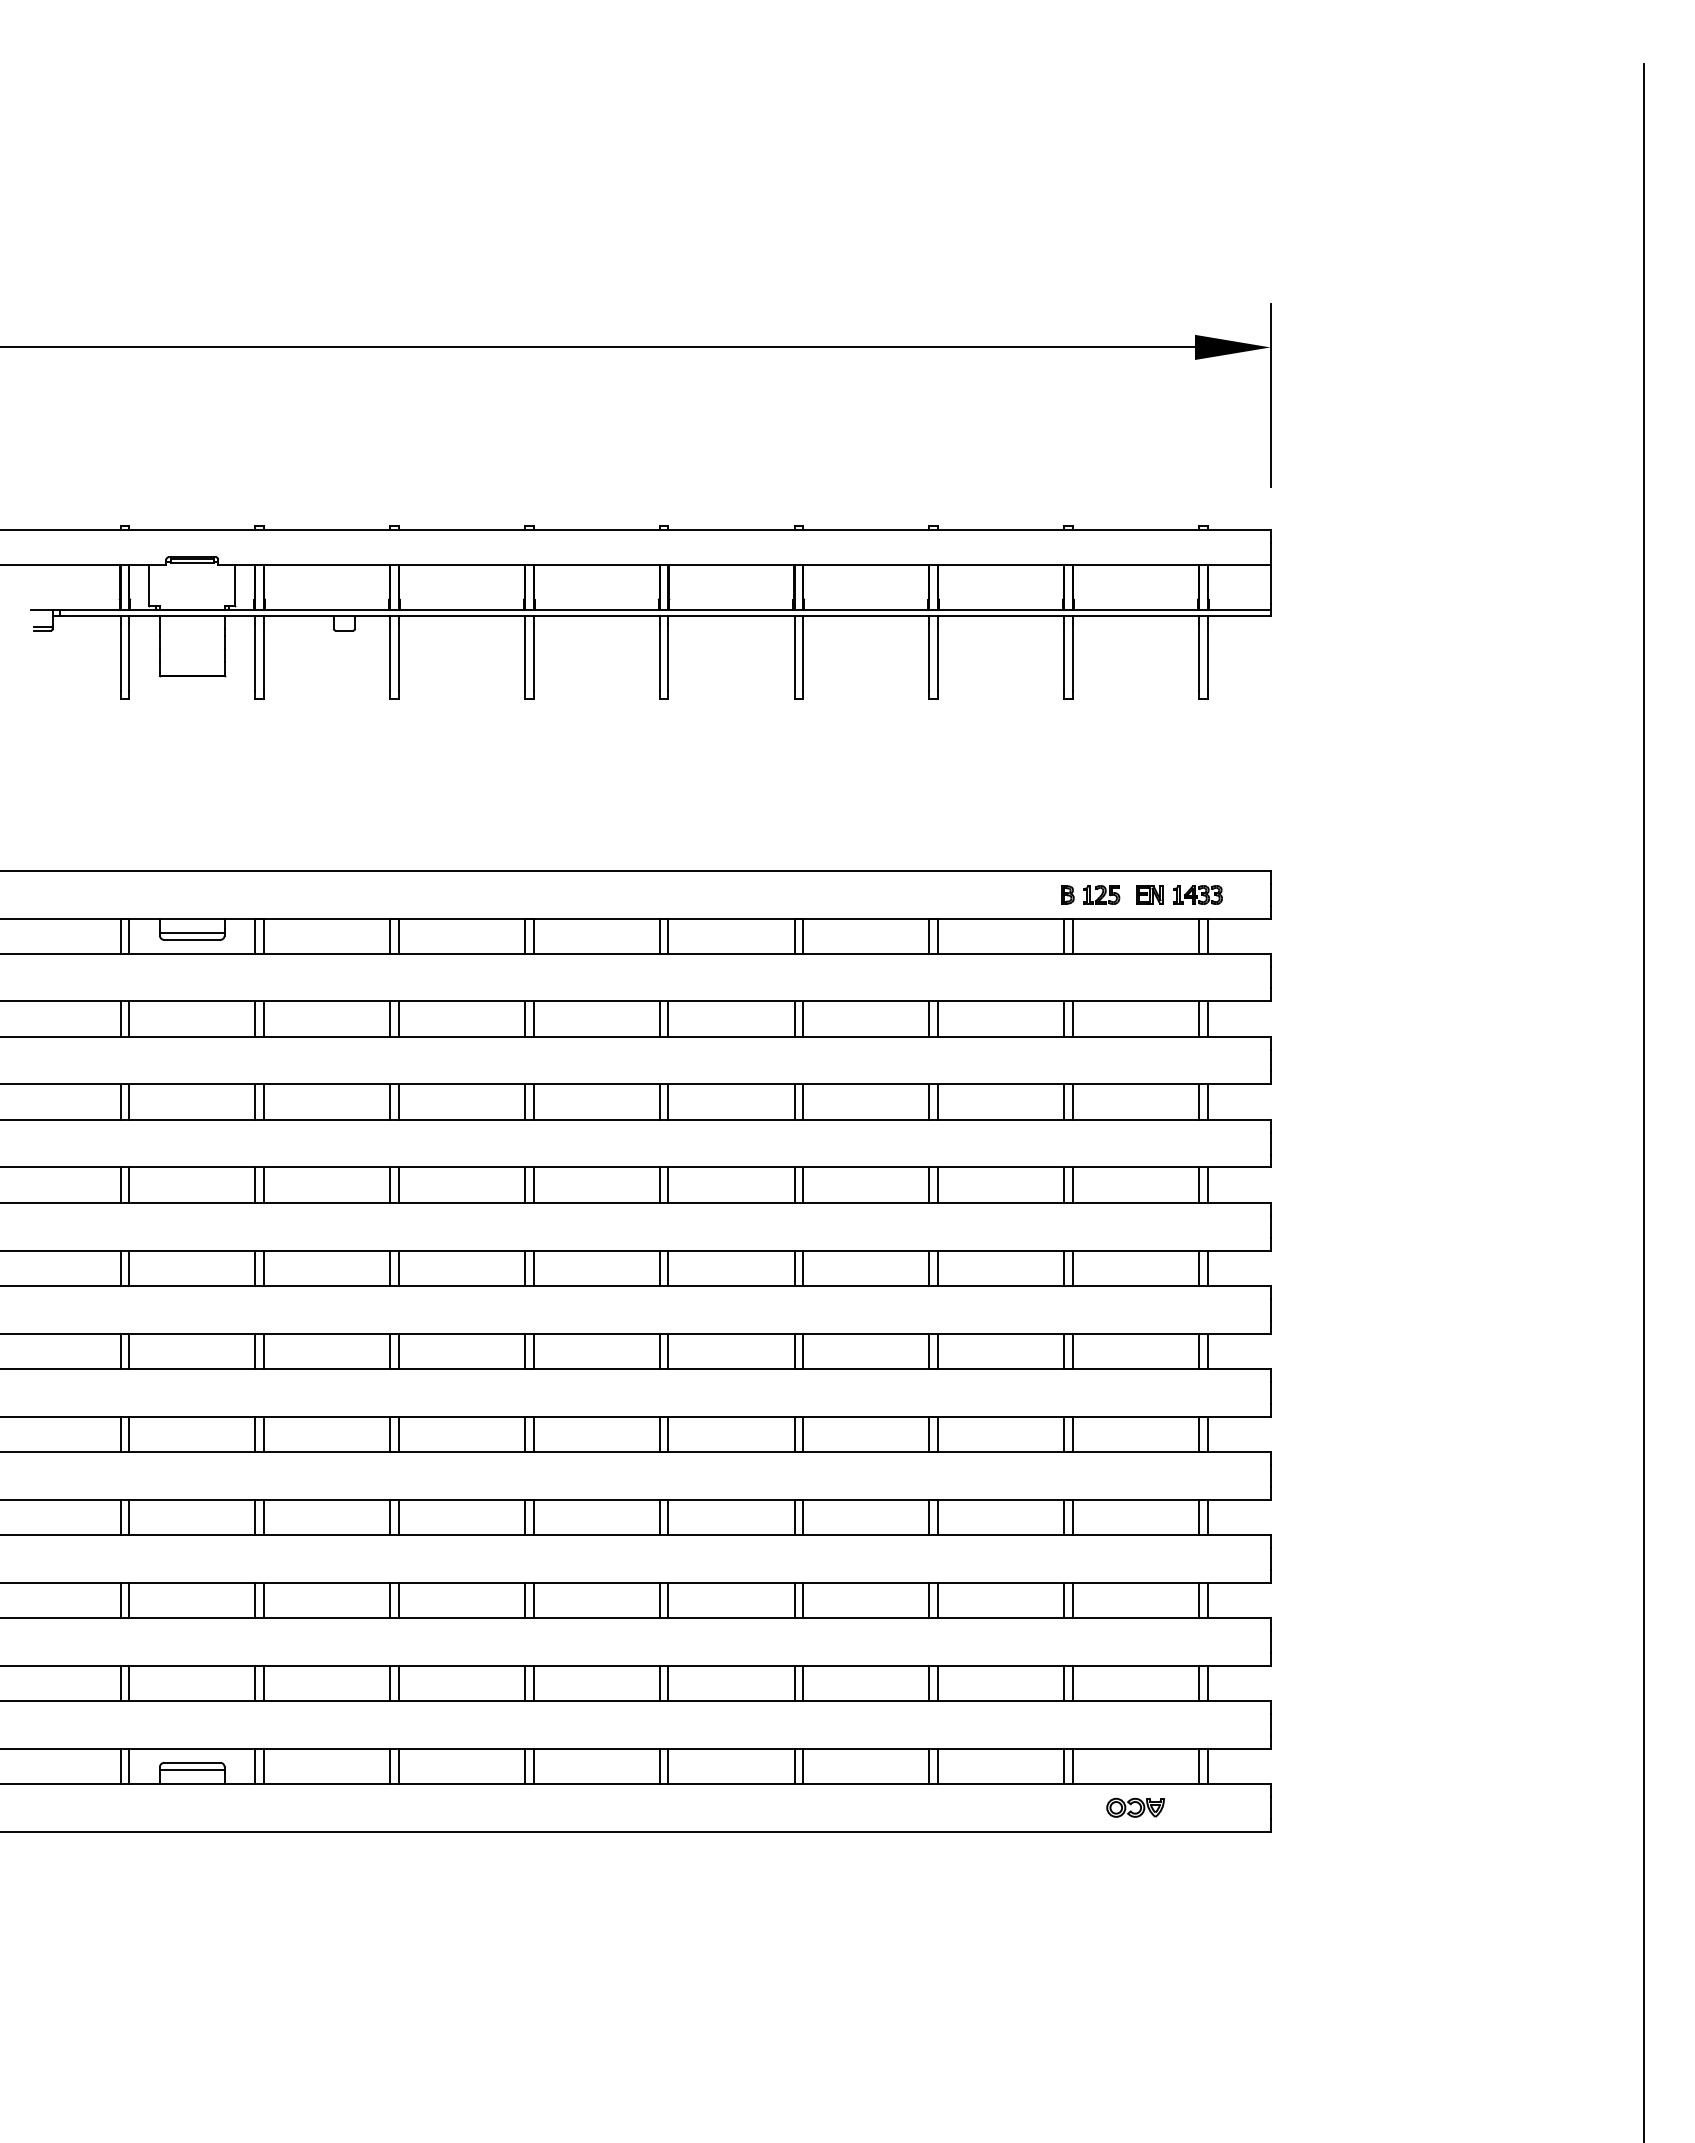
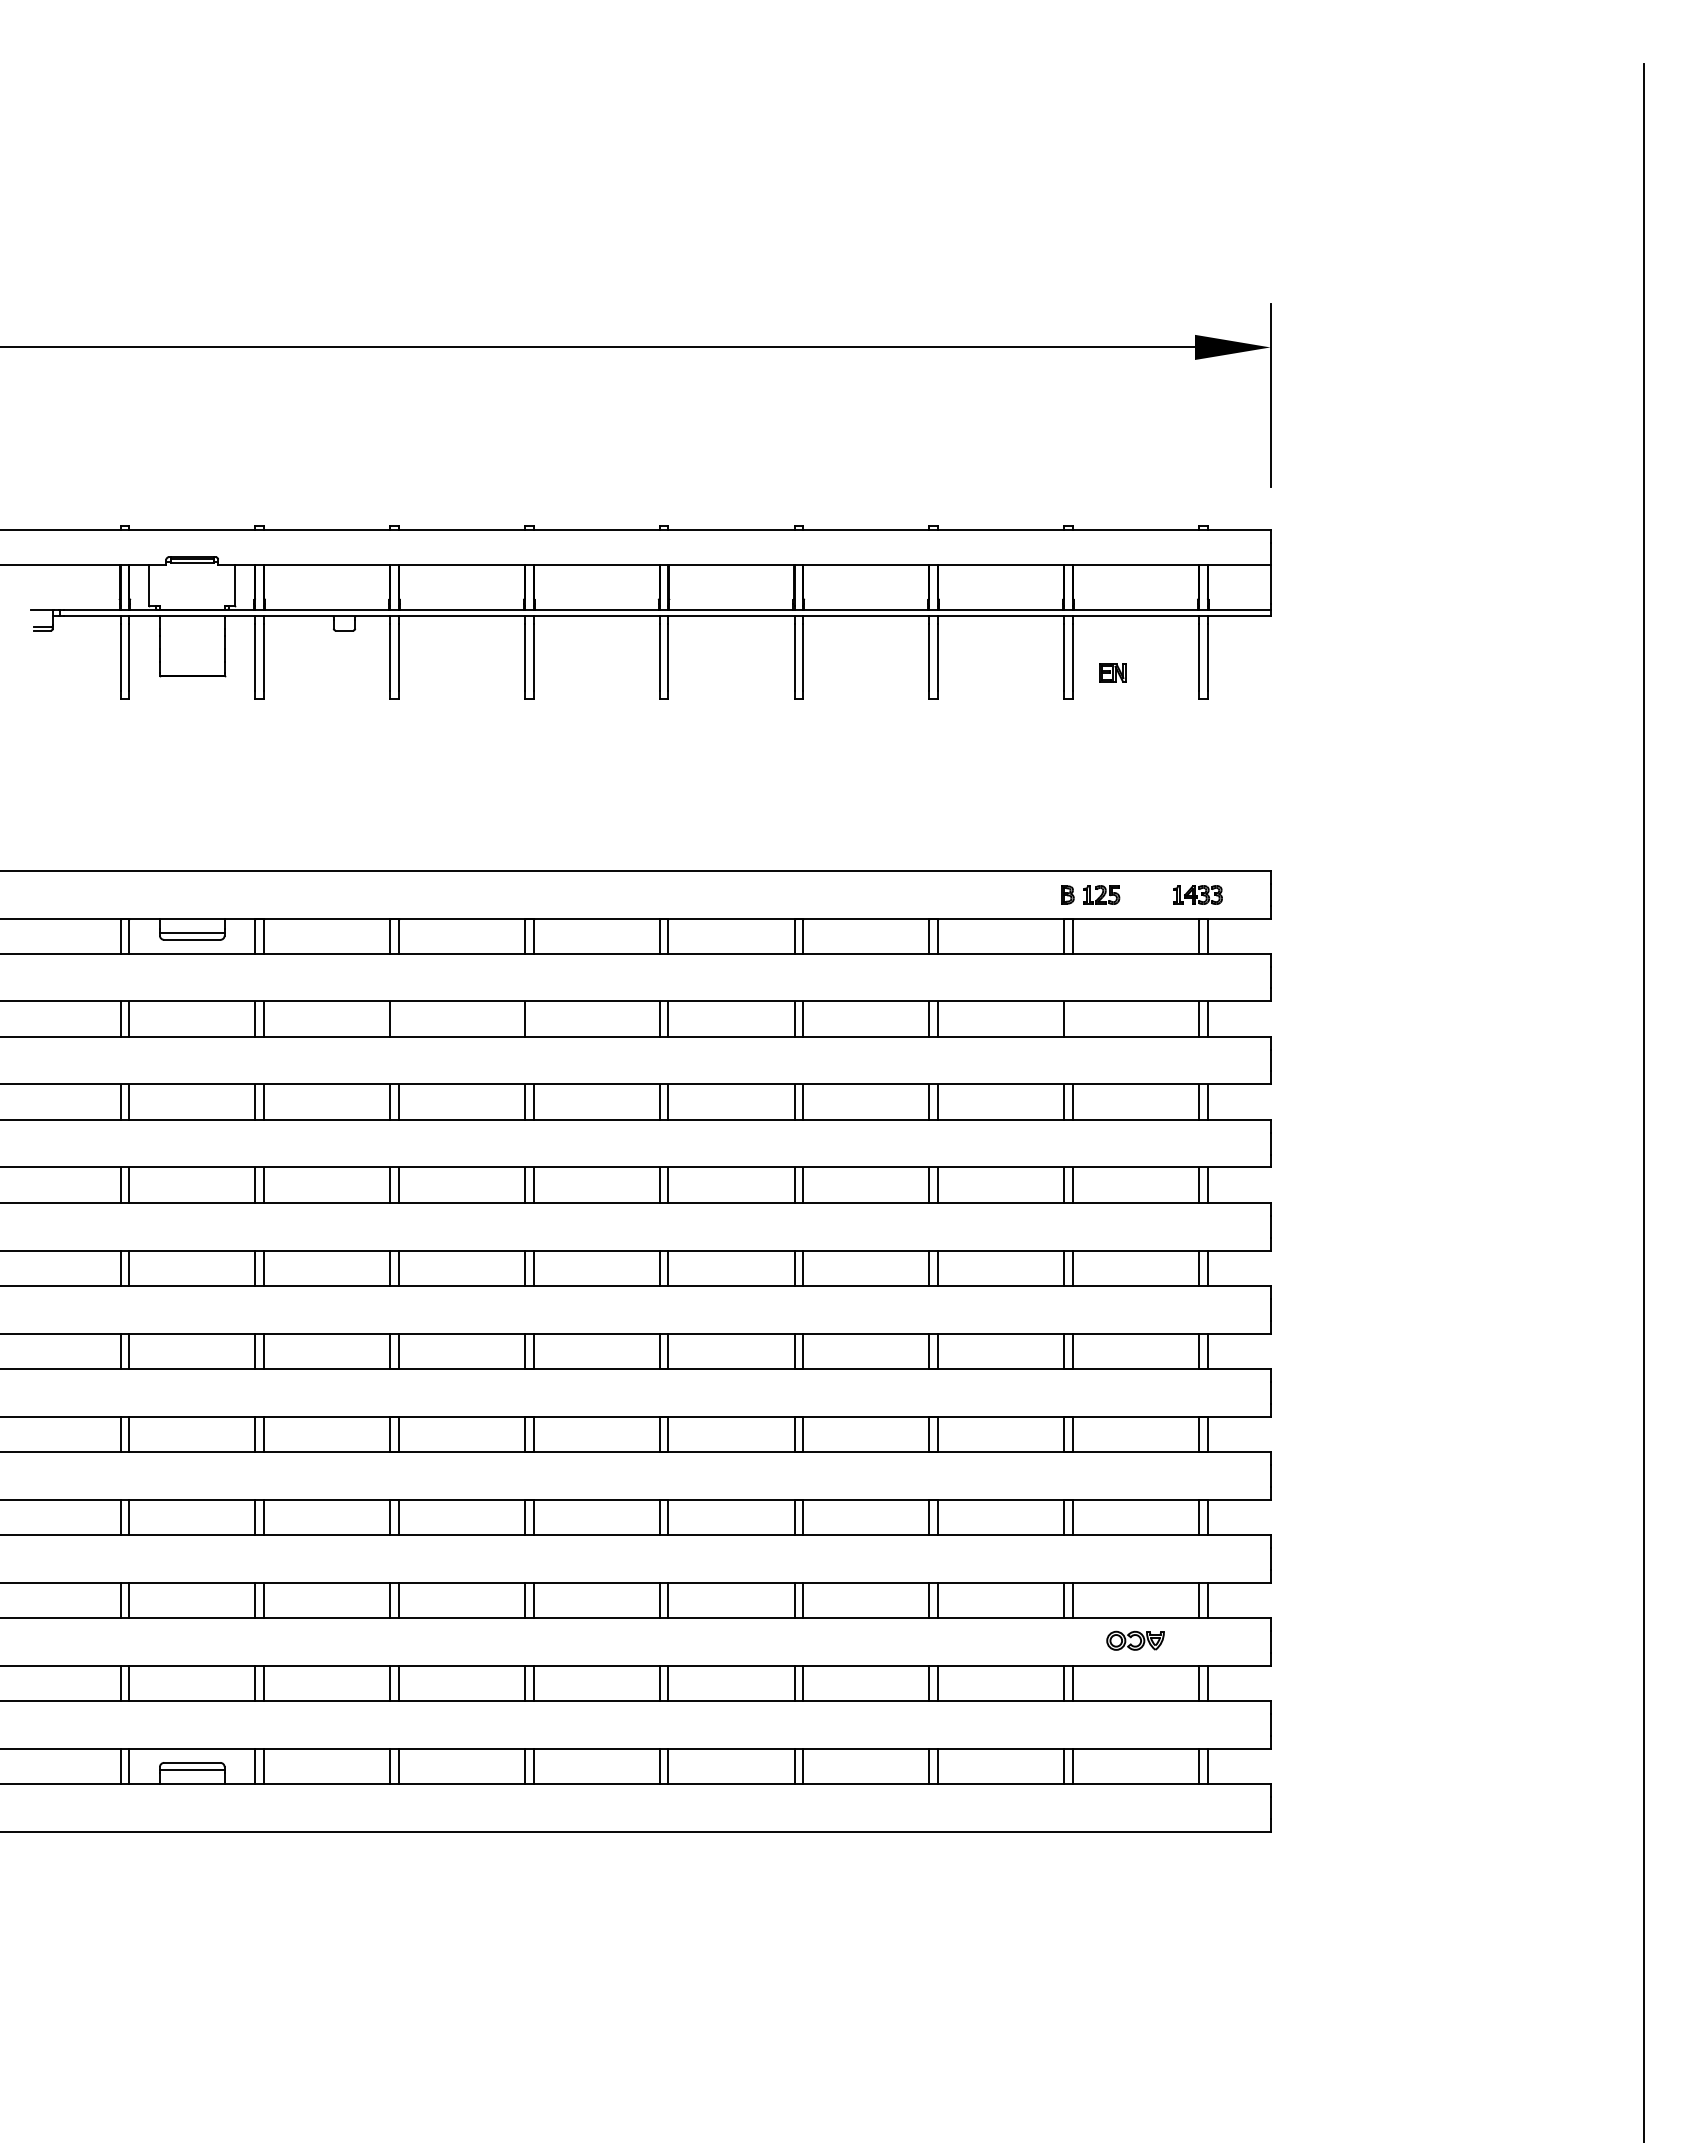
part at (1149, 894) position: (1149, 894) -> (1112, 672)
line at (398, 1018): present -> none
line at (533, 1018): present -> none
line at (1072, 1018): present -> none
part at (1135, 1807) position: (1135, 1807) -> (1135, 1640)
